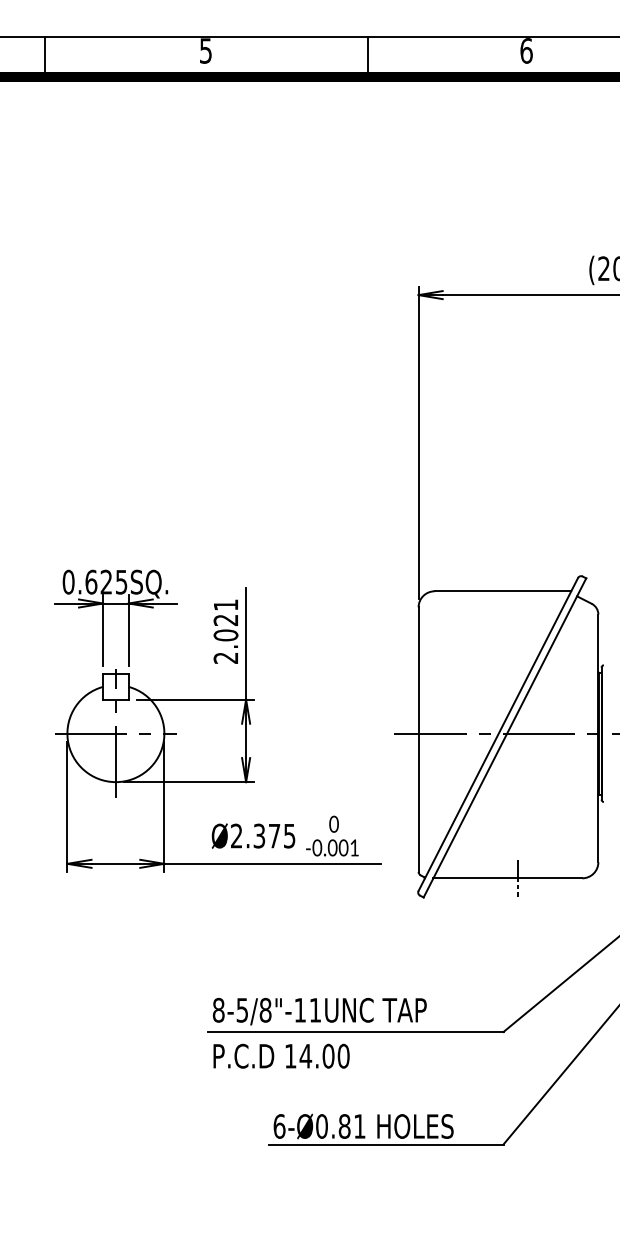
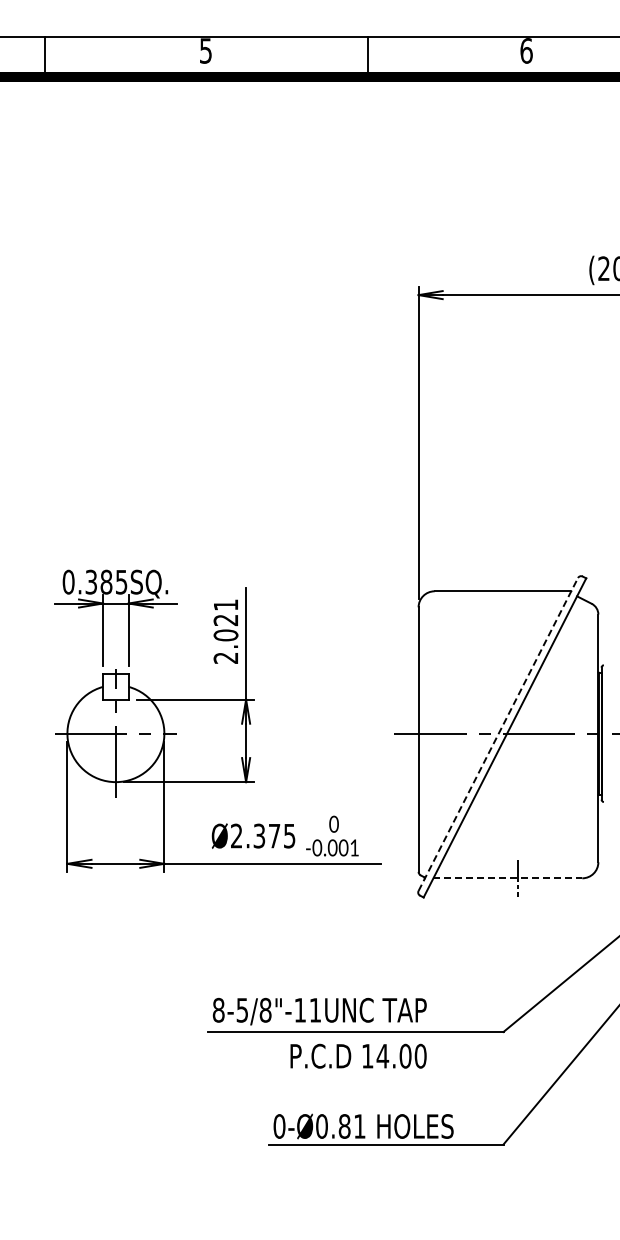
text at (98, 581): 0.625SQ. -> 0.385SQ.
line at (498, 734): solid -> dashed
line at (508, 878): solid -> dashed
text at (281, 1055) position: (281, 1055) -> (358, 1055)
text at (279, 1126): 6-Ø0.81 -> 0-Ø0.81
